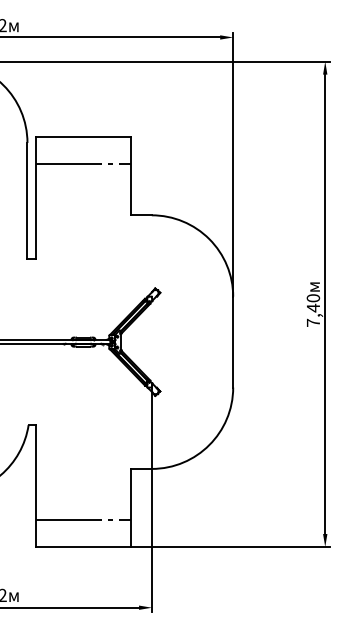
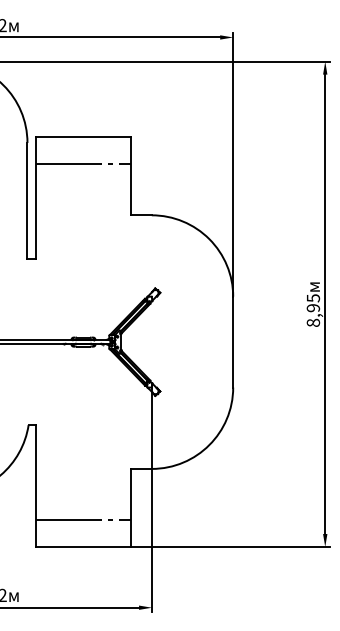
text at (313, 310): 7,40 -> 8,95
